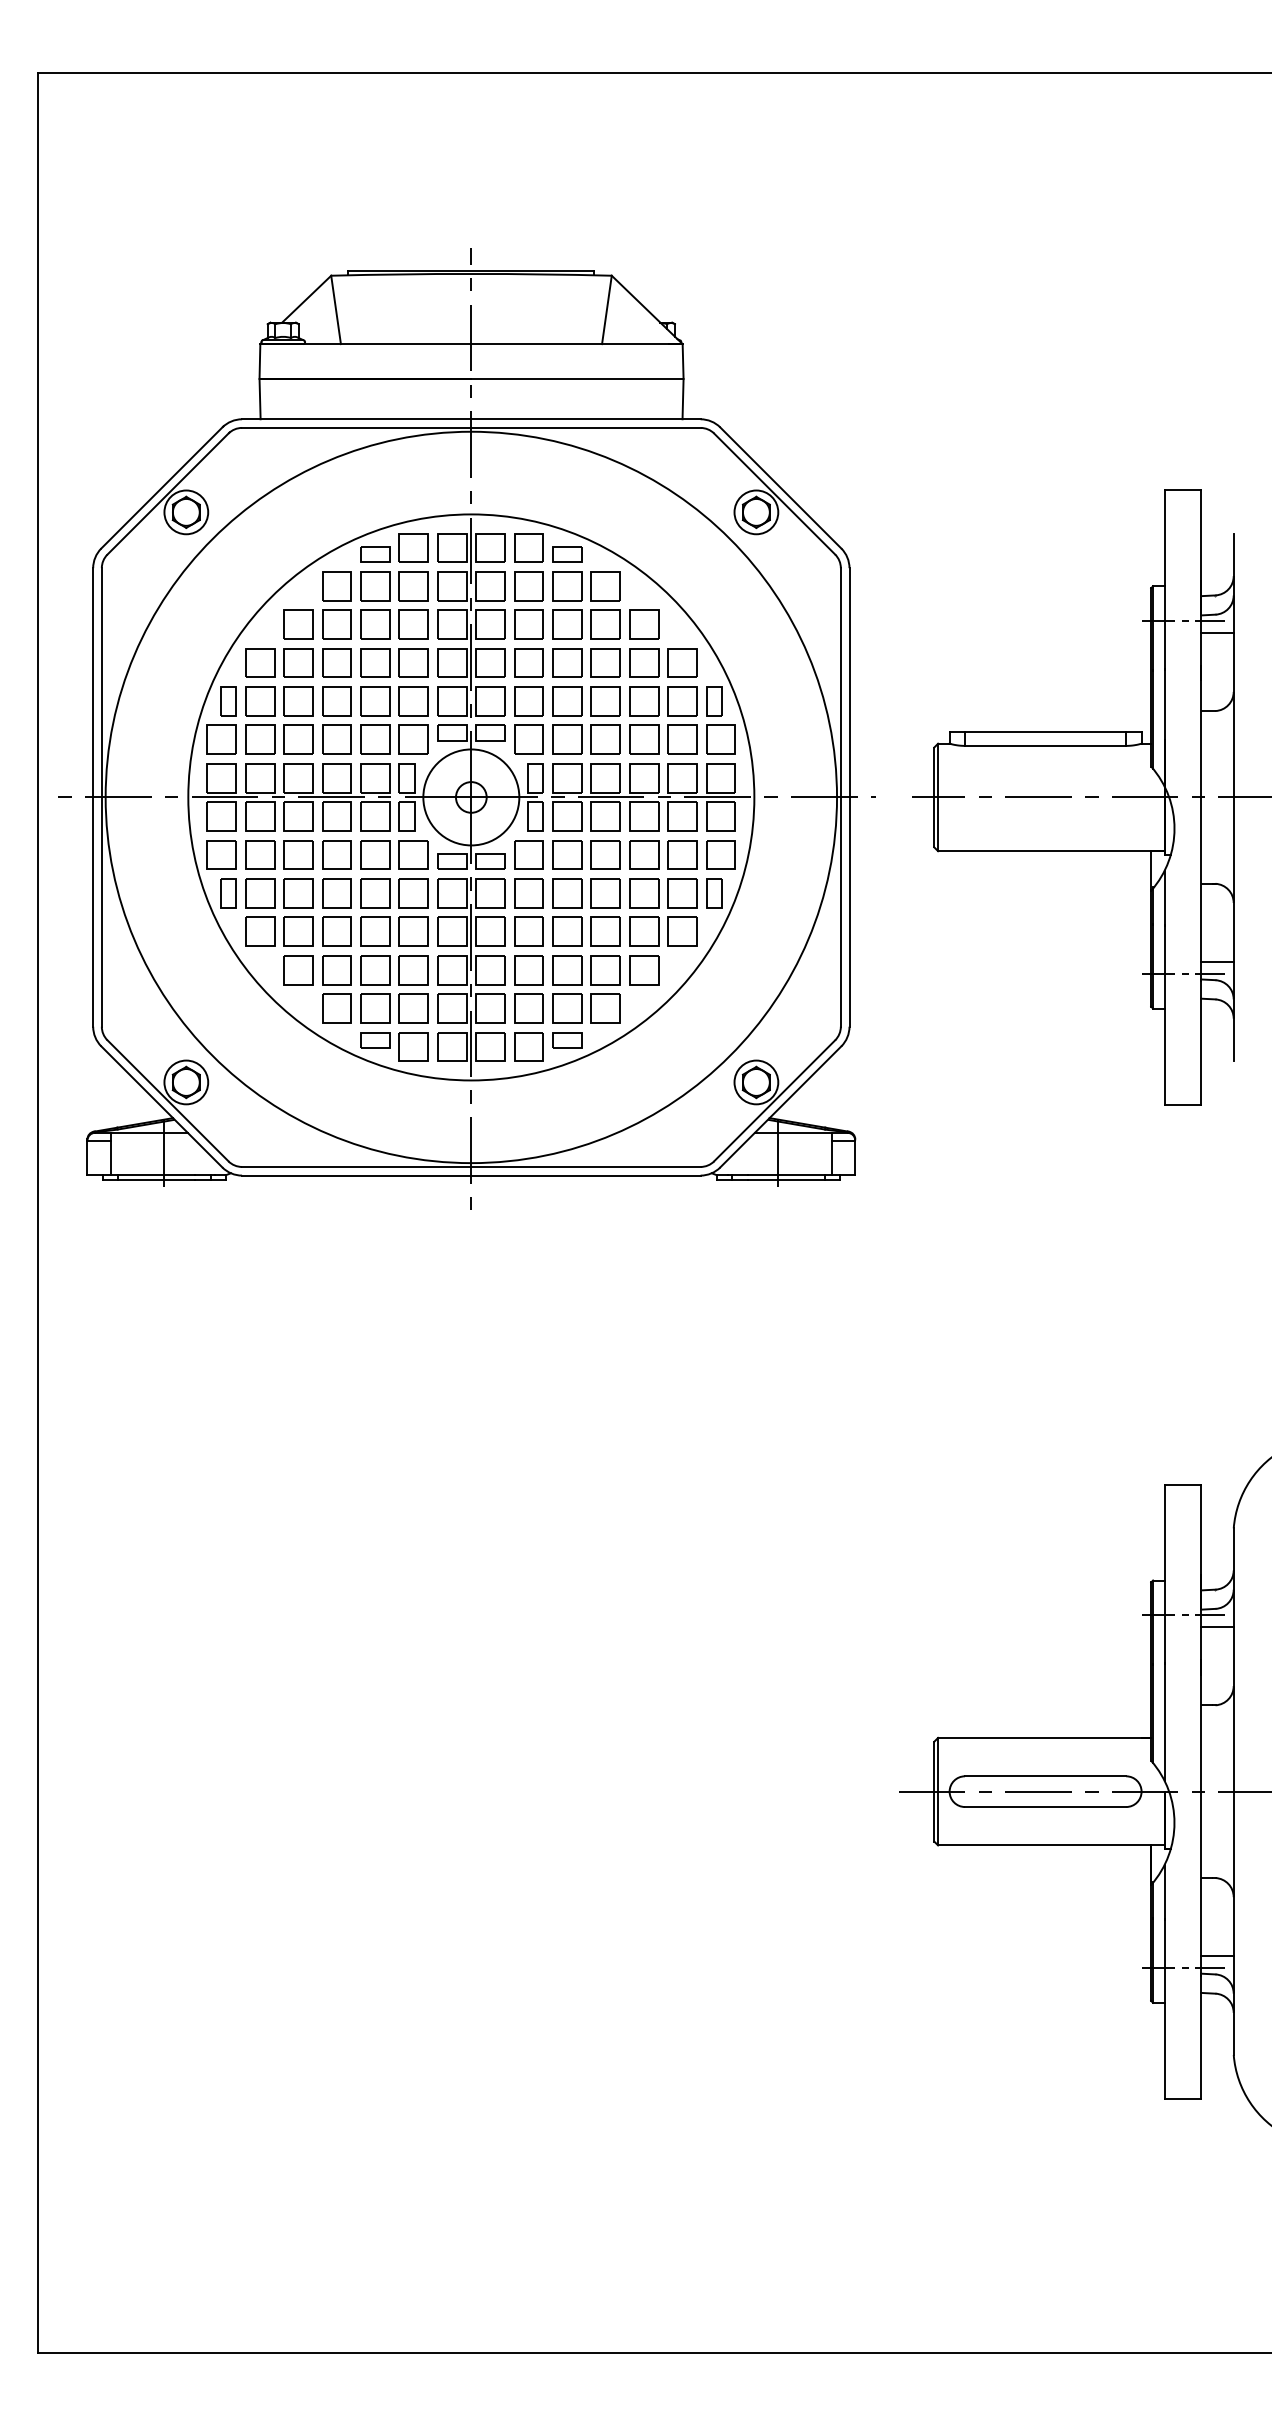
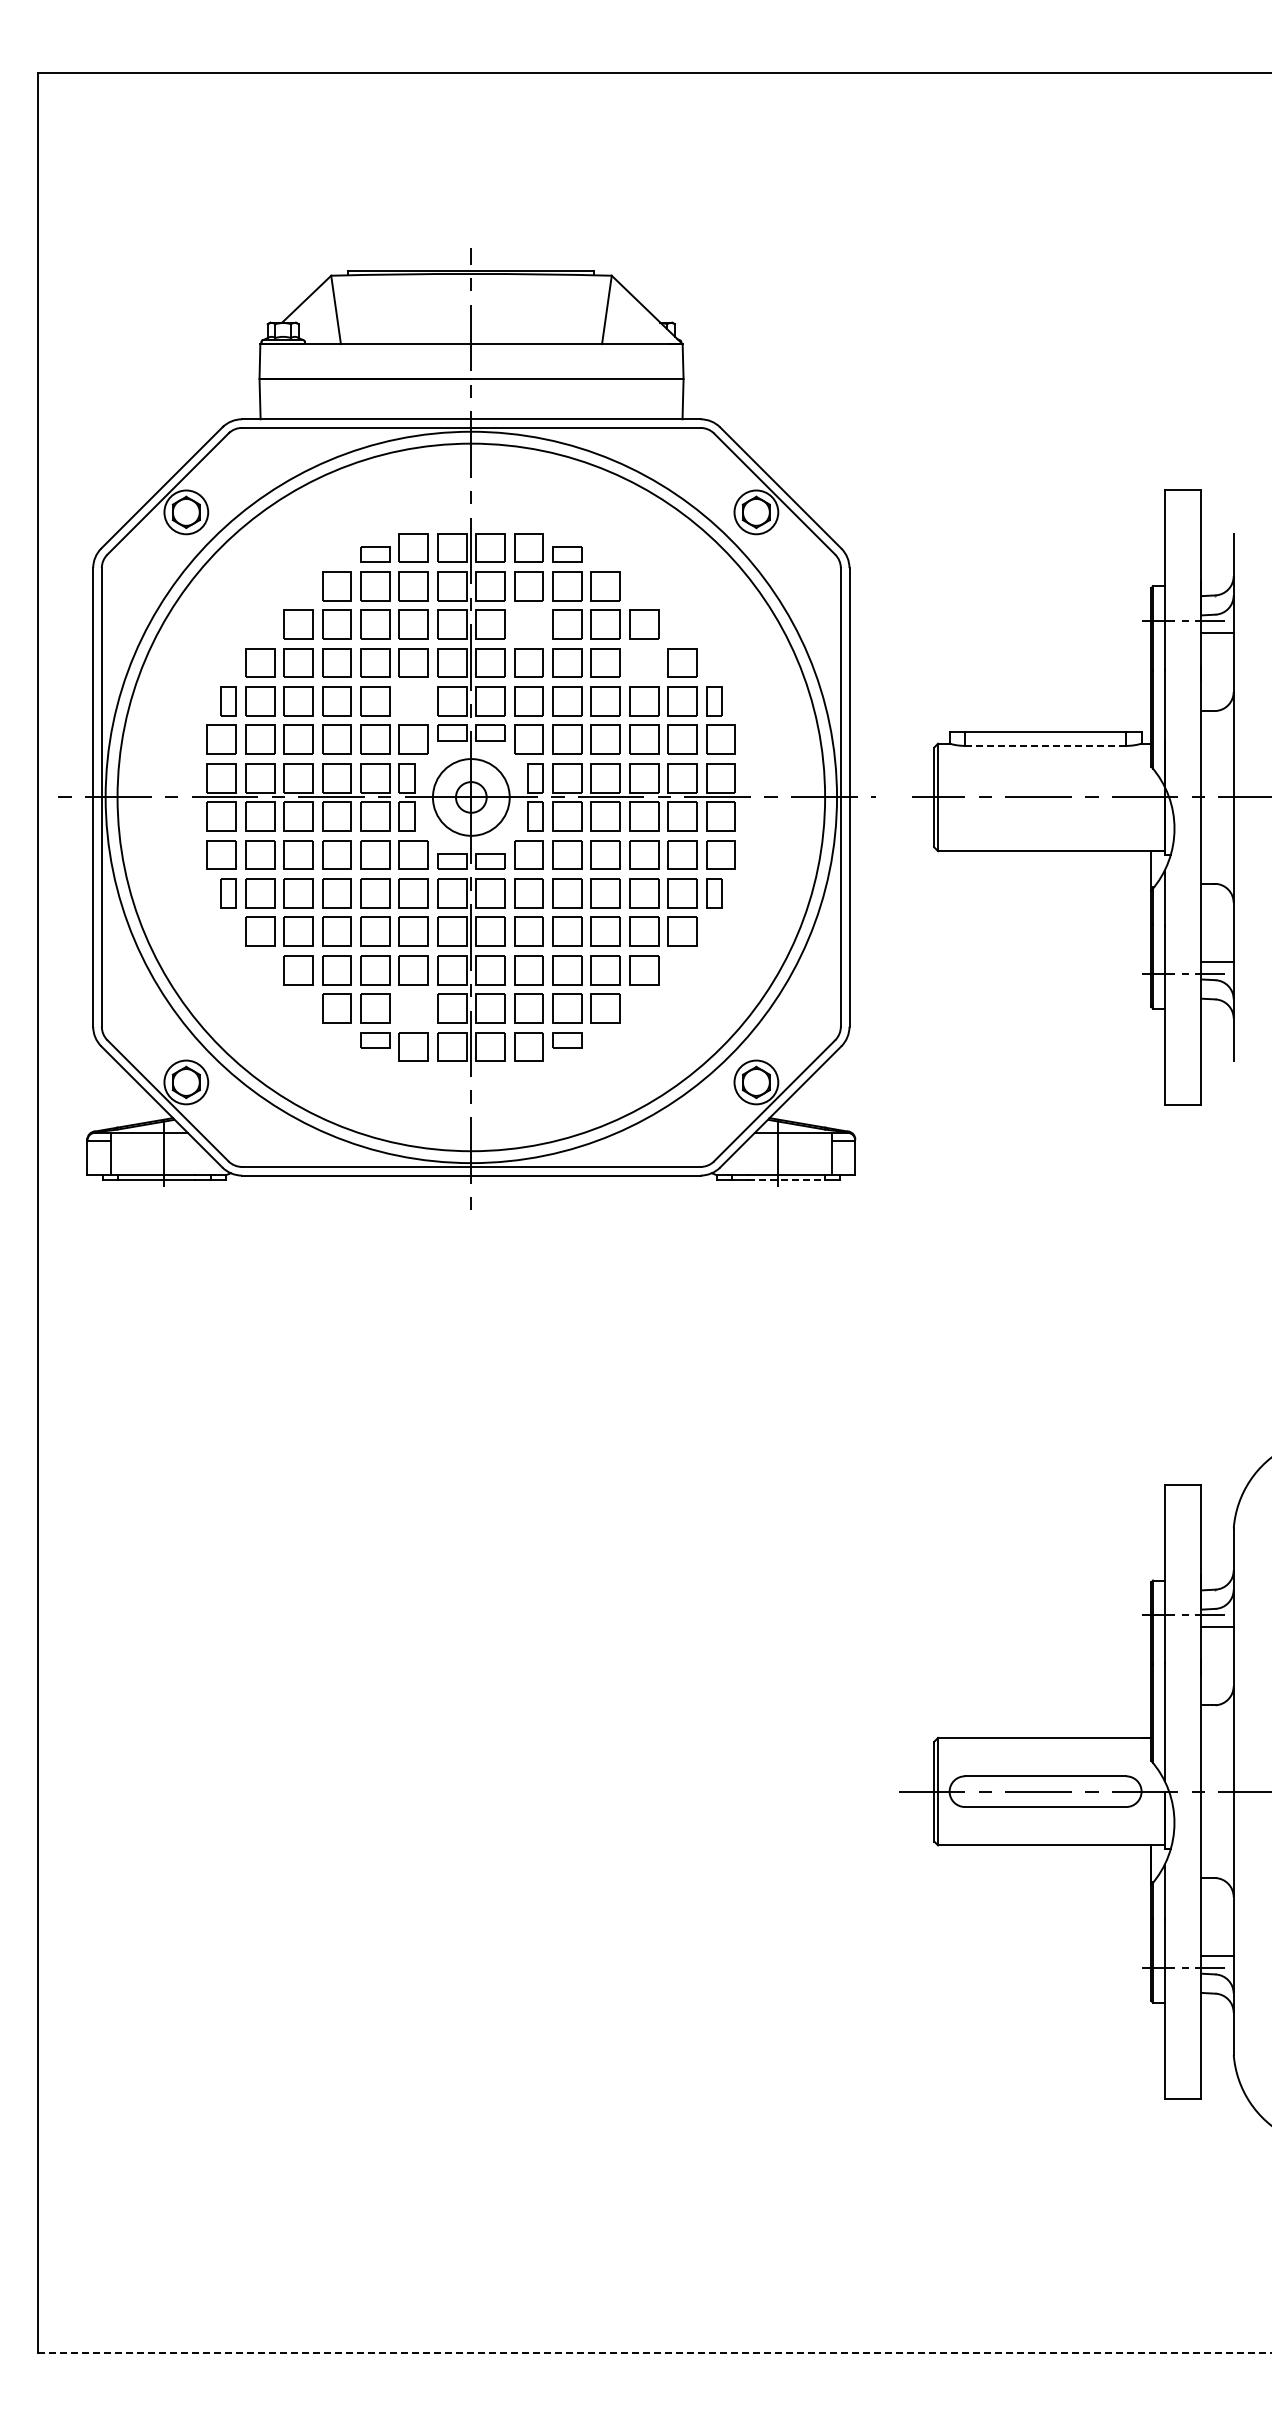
part at (528, 624): present -> none
part at (644, 662): present -> none
part at (413, 701): present -> none
line at (1045, 745): solid -> dashed
circle at (471, 797) diameter: 566 px -> 708 px
circle at (471, 797) diameter: 96 px -> 77 px
part at (413, 1008): present -> none
line at (786, 1180): solid -> dashed
line at (655, 2353): solid -> dashed
